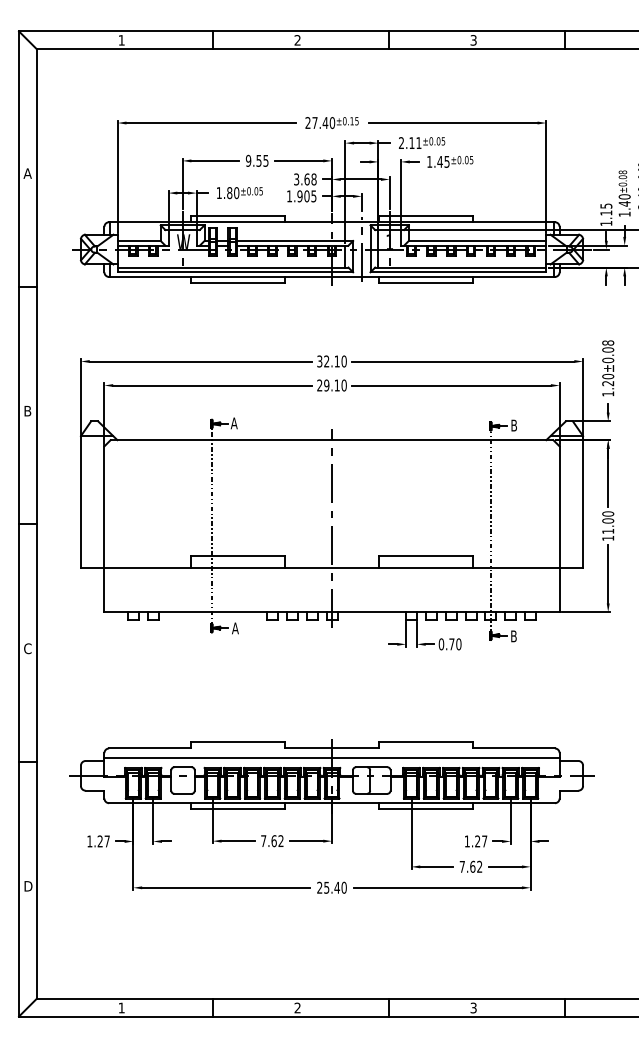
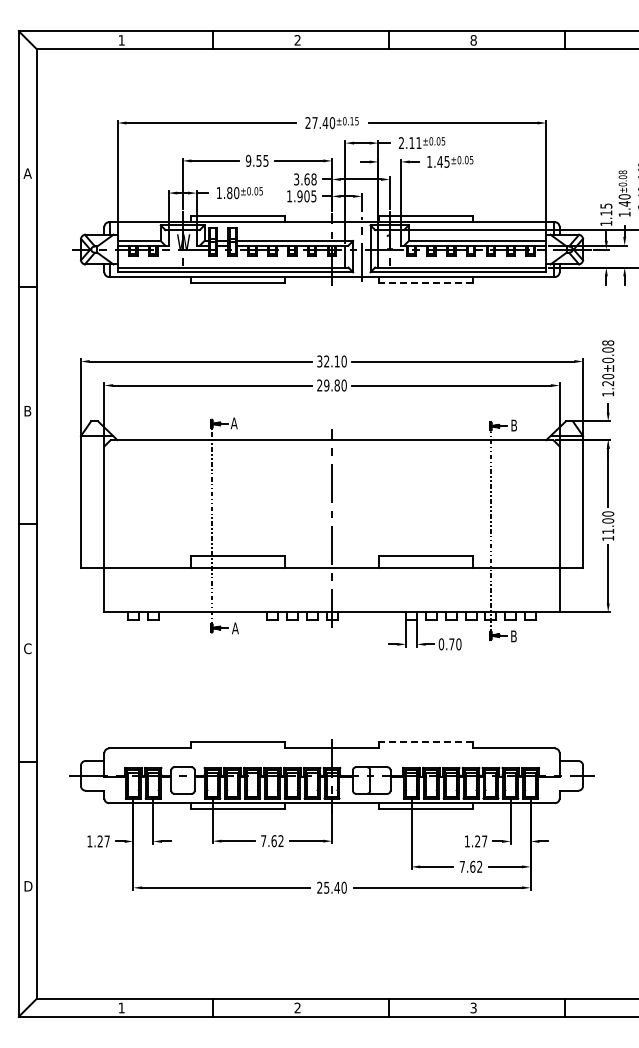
text at (473, 40): 3 -> 8
line at (425, 283): solid -> dashed
text at (336, 385): 29.10 -> 29.80
line at (425, 742): solid -> dashed
line at (331, 757): present -> none
